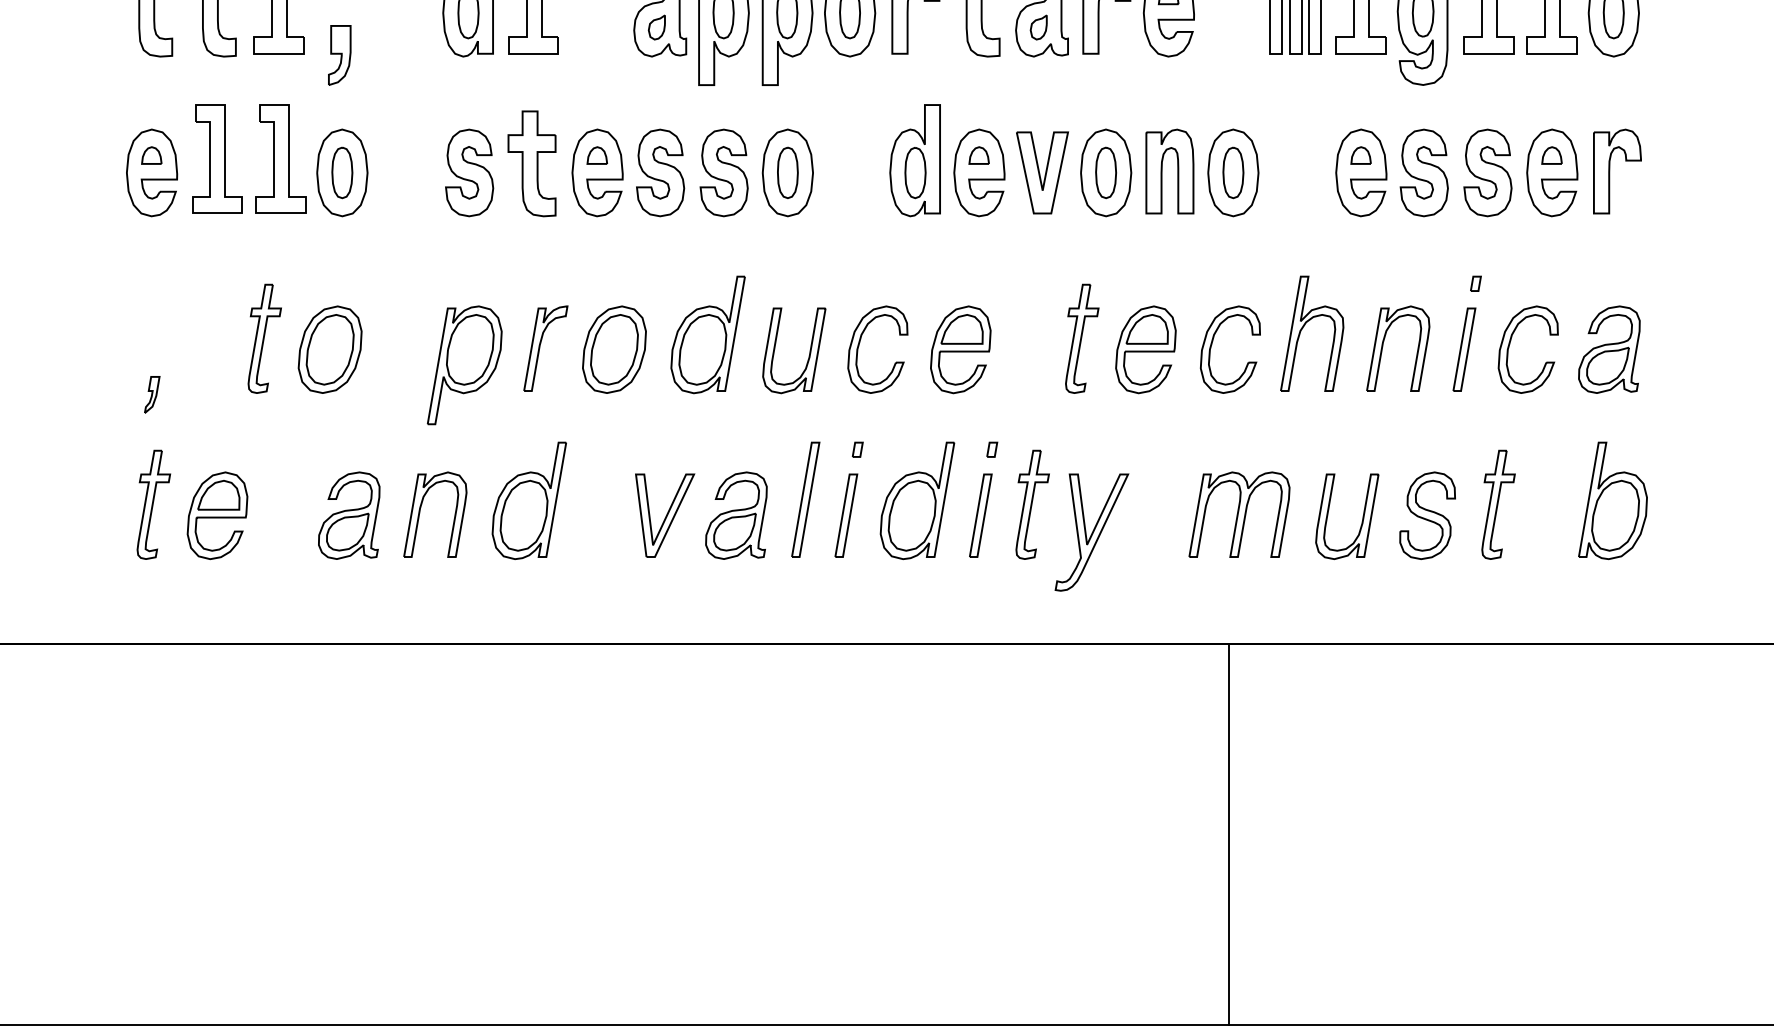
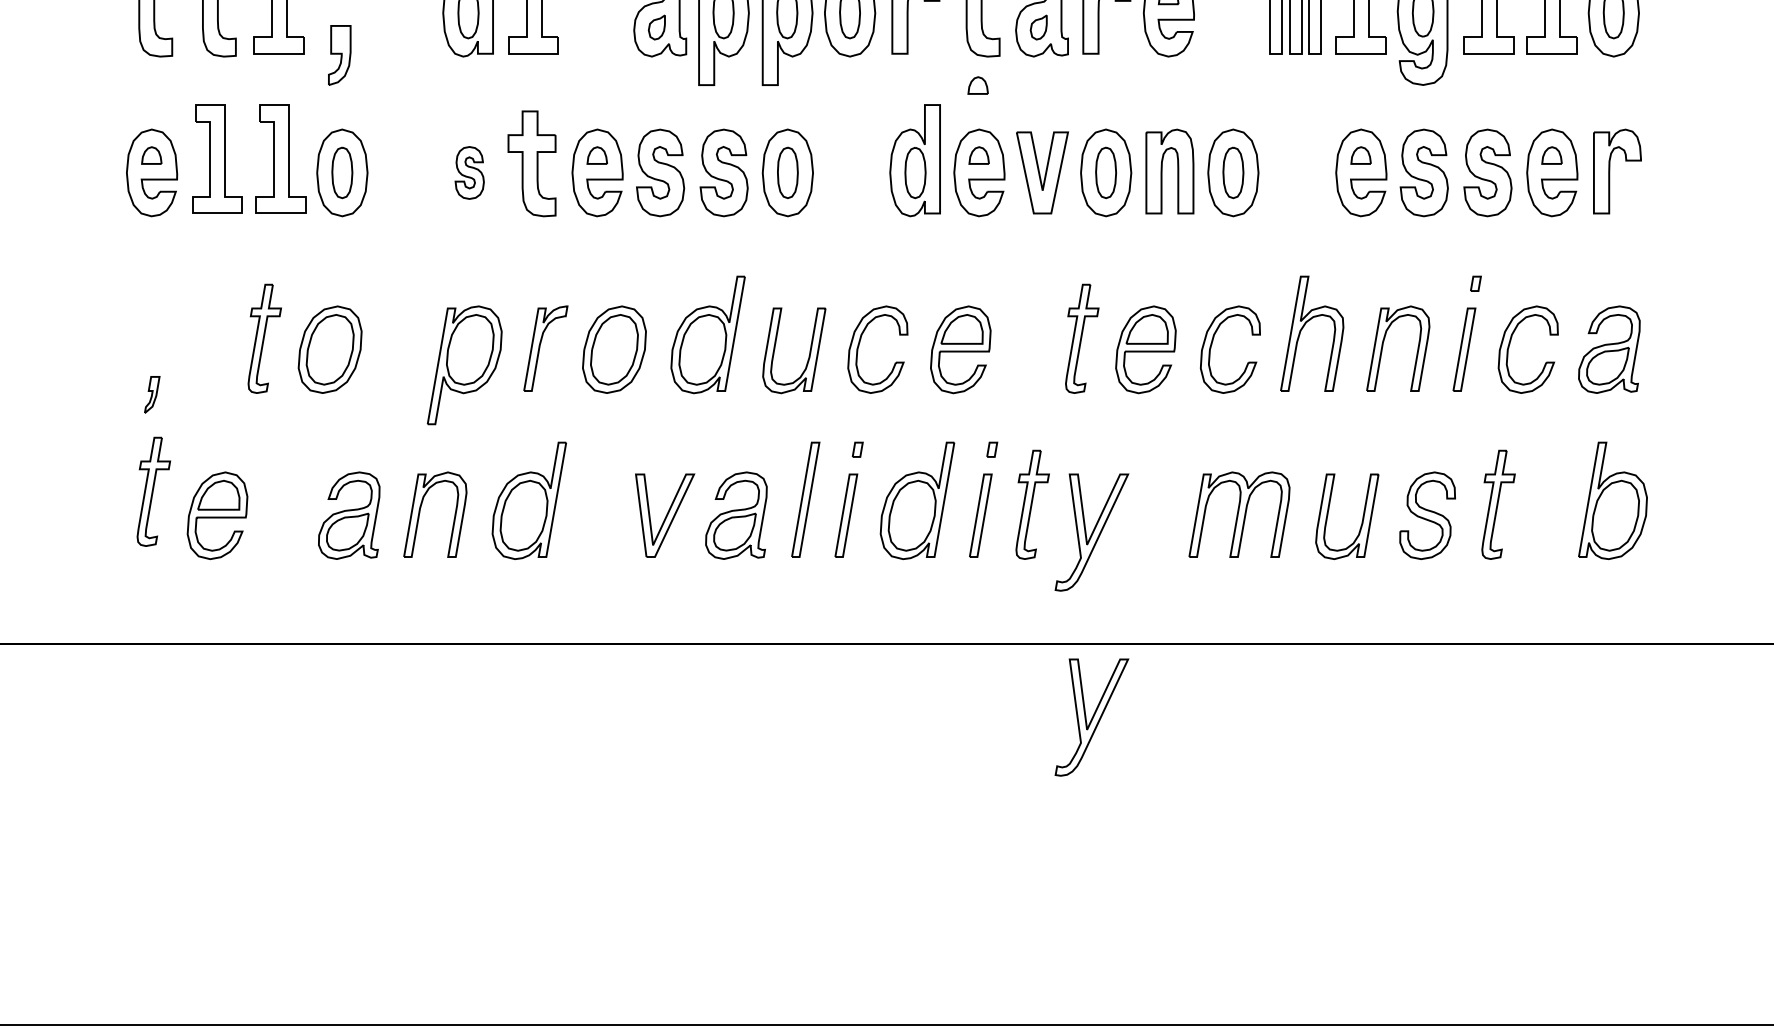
part at (977, 85): none -> present
part at (469, 172) size: 50x90 px -> 31x54 px
part at (153, 504) position: (153, 504) -> (153, 491)
part at (1091, 717): none -> present
line at (1229, 834): present -> none
